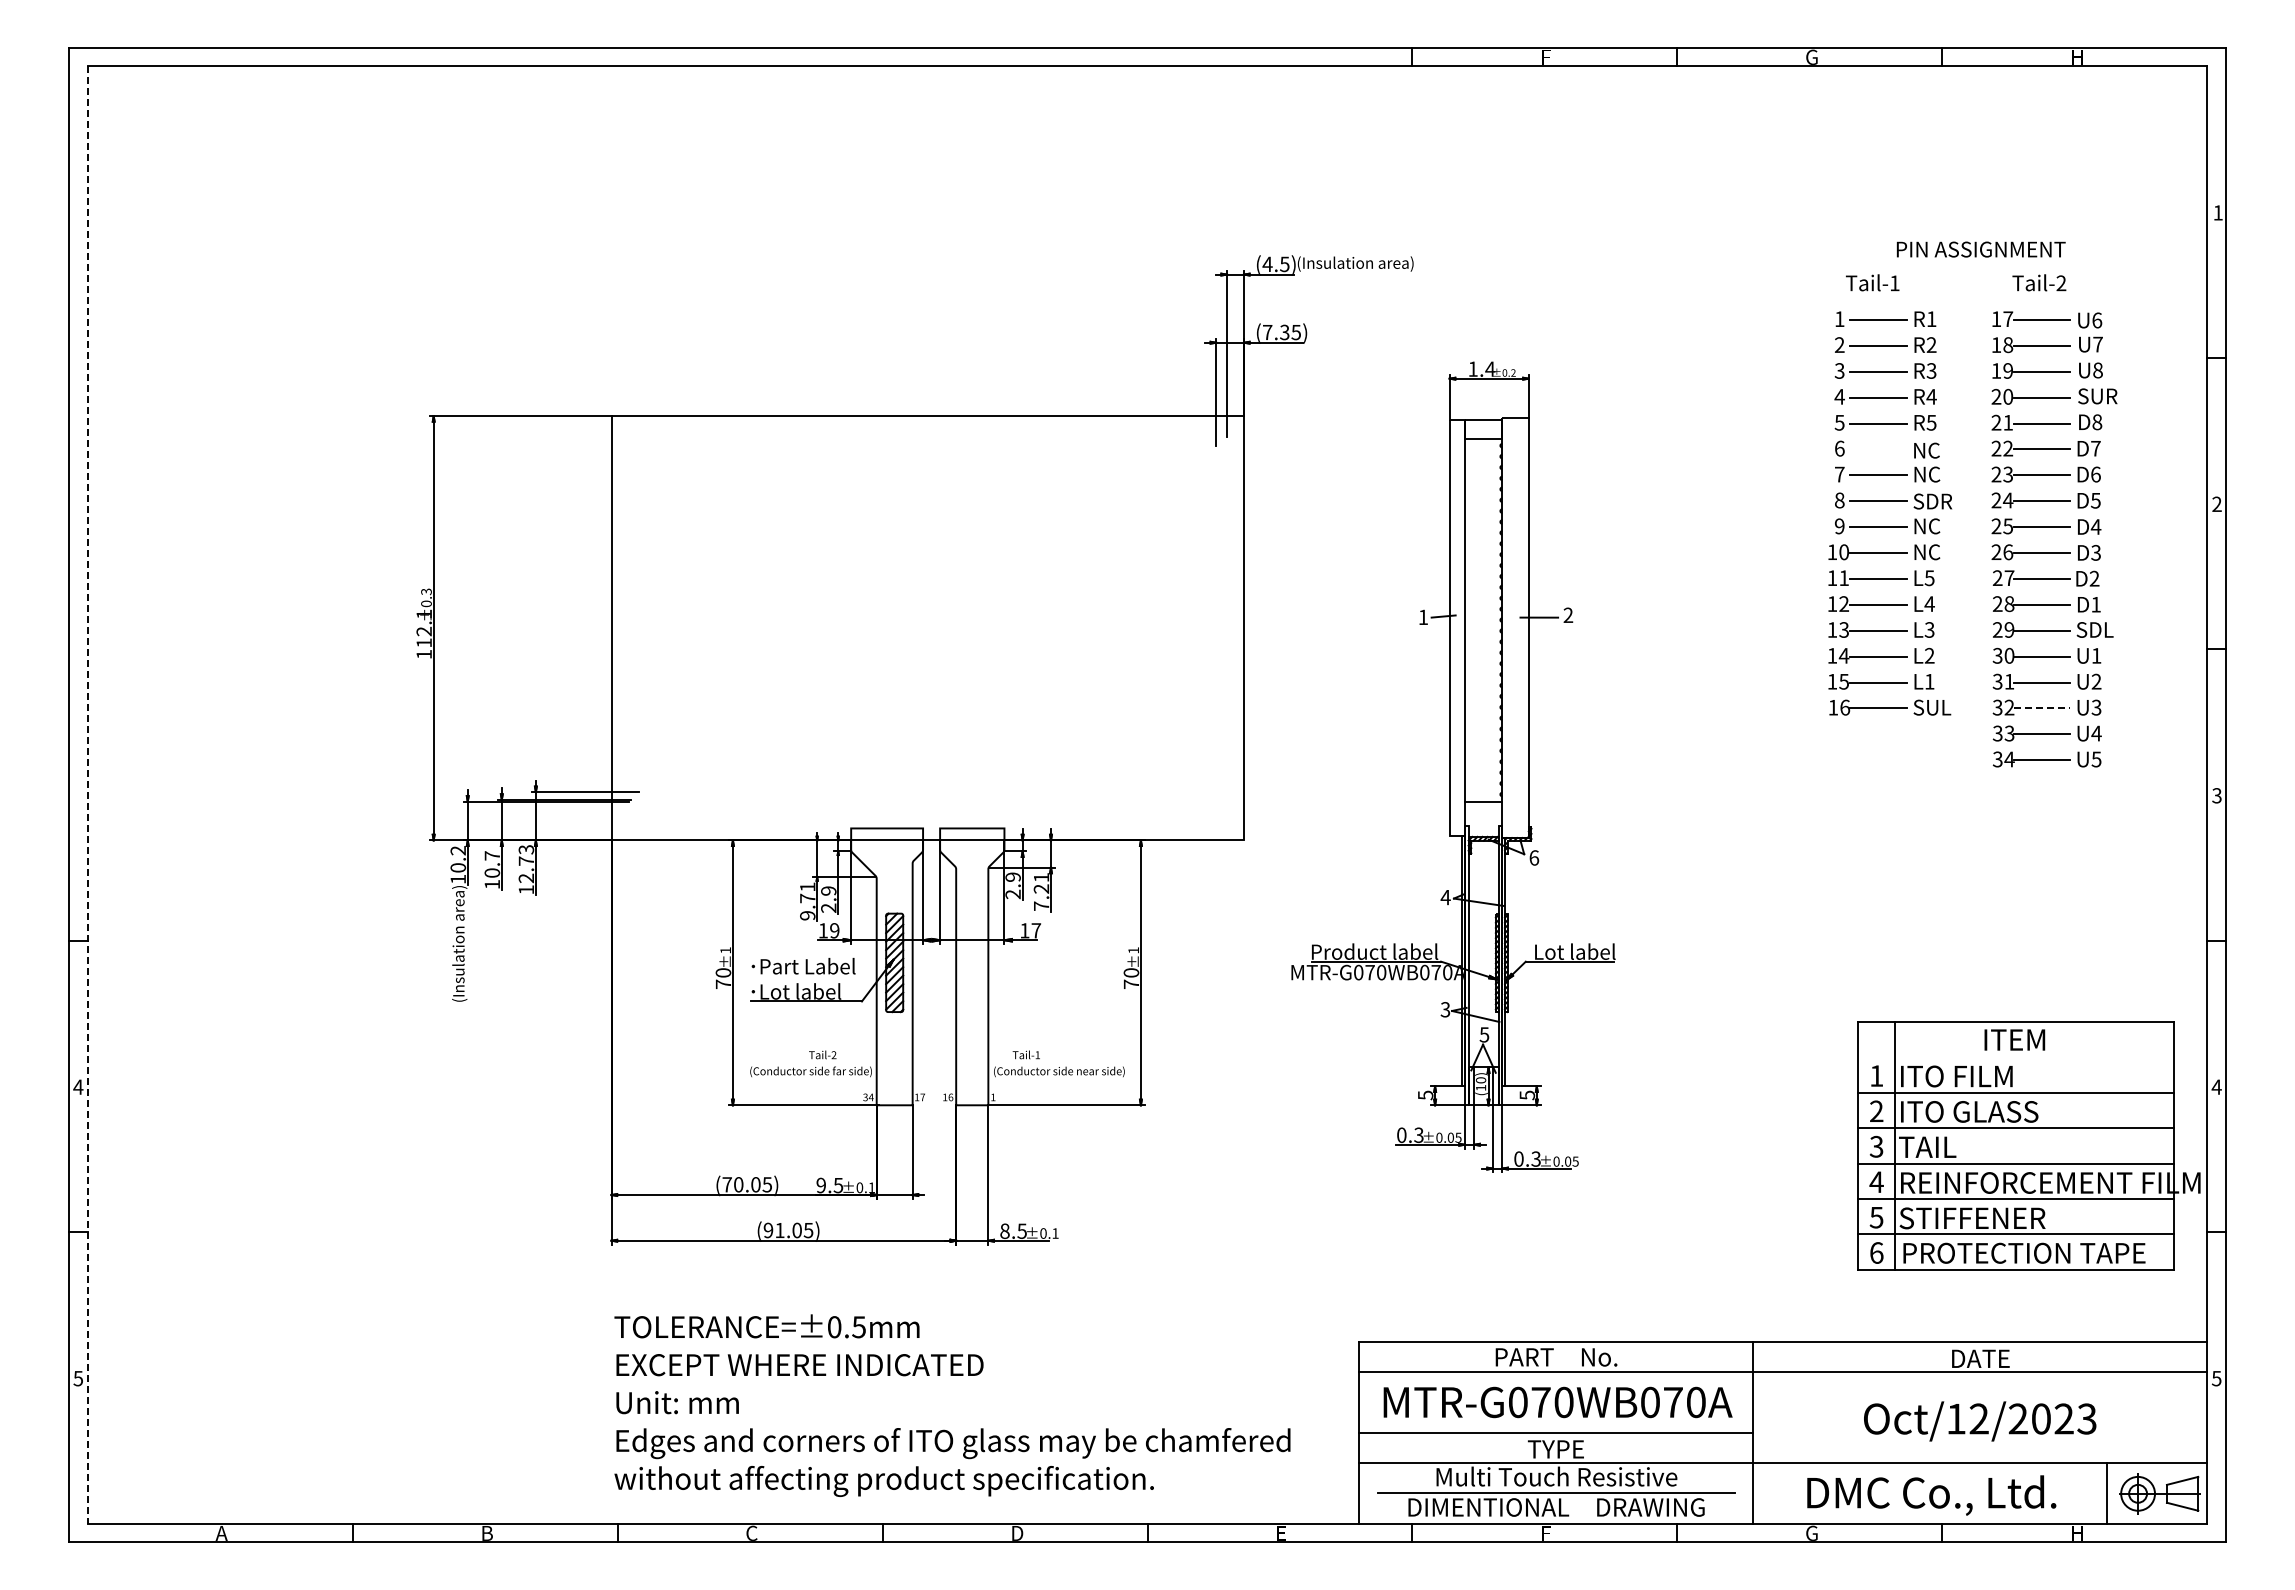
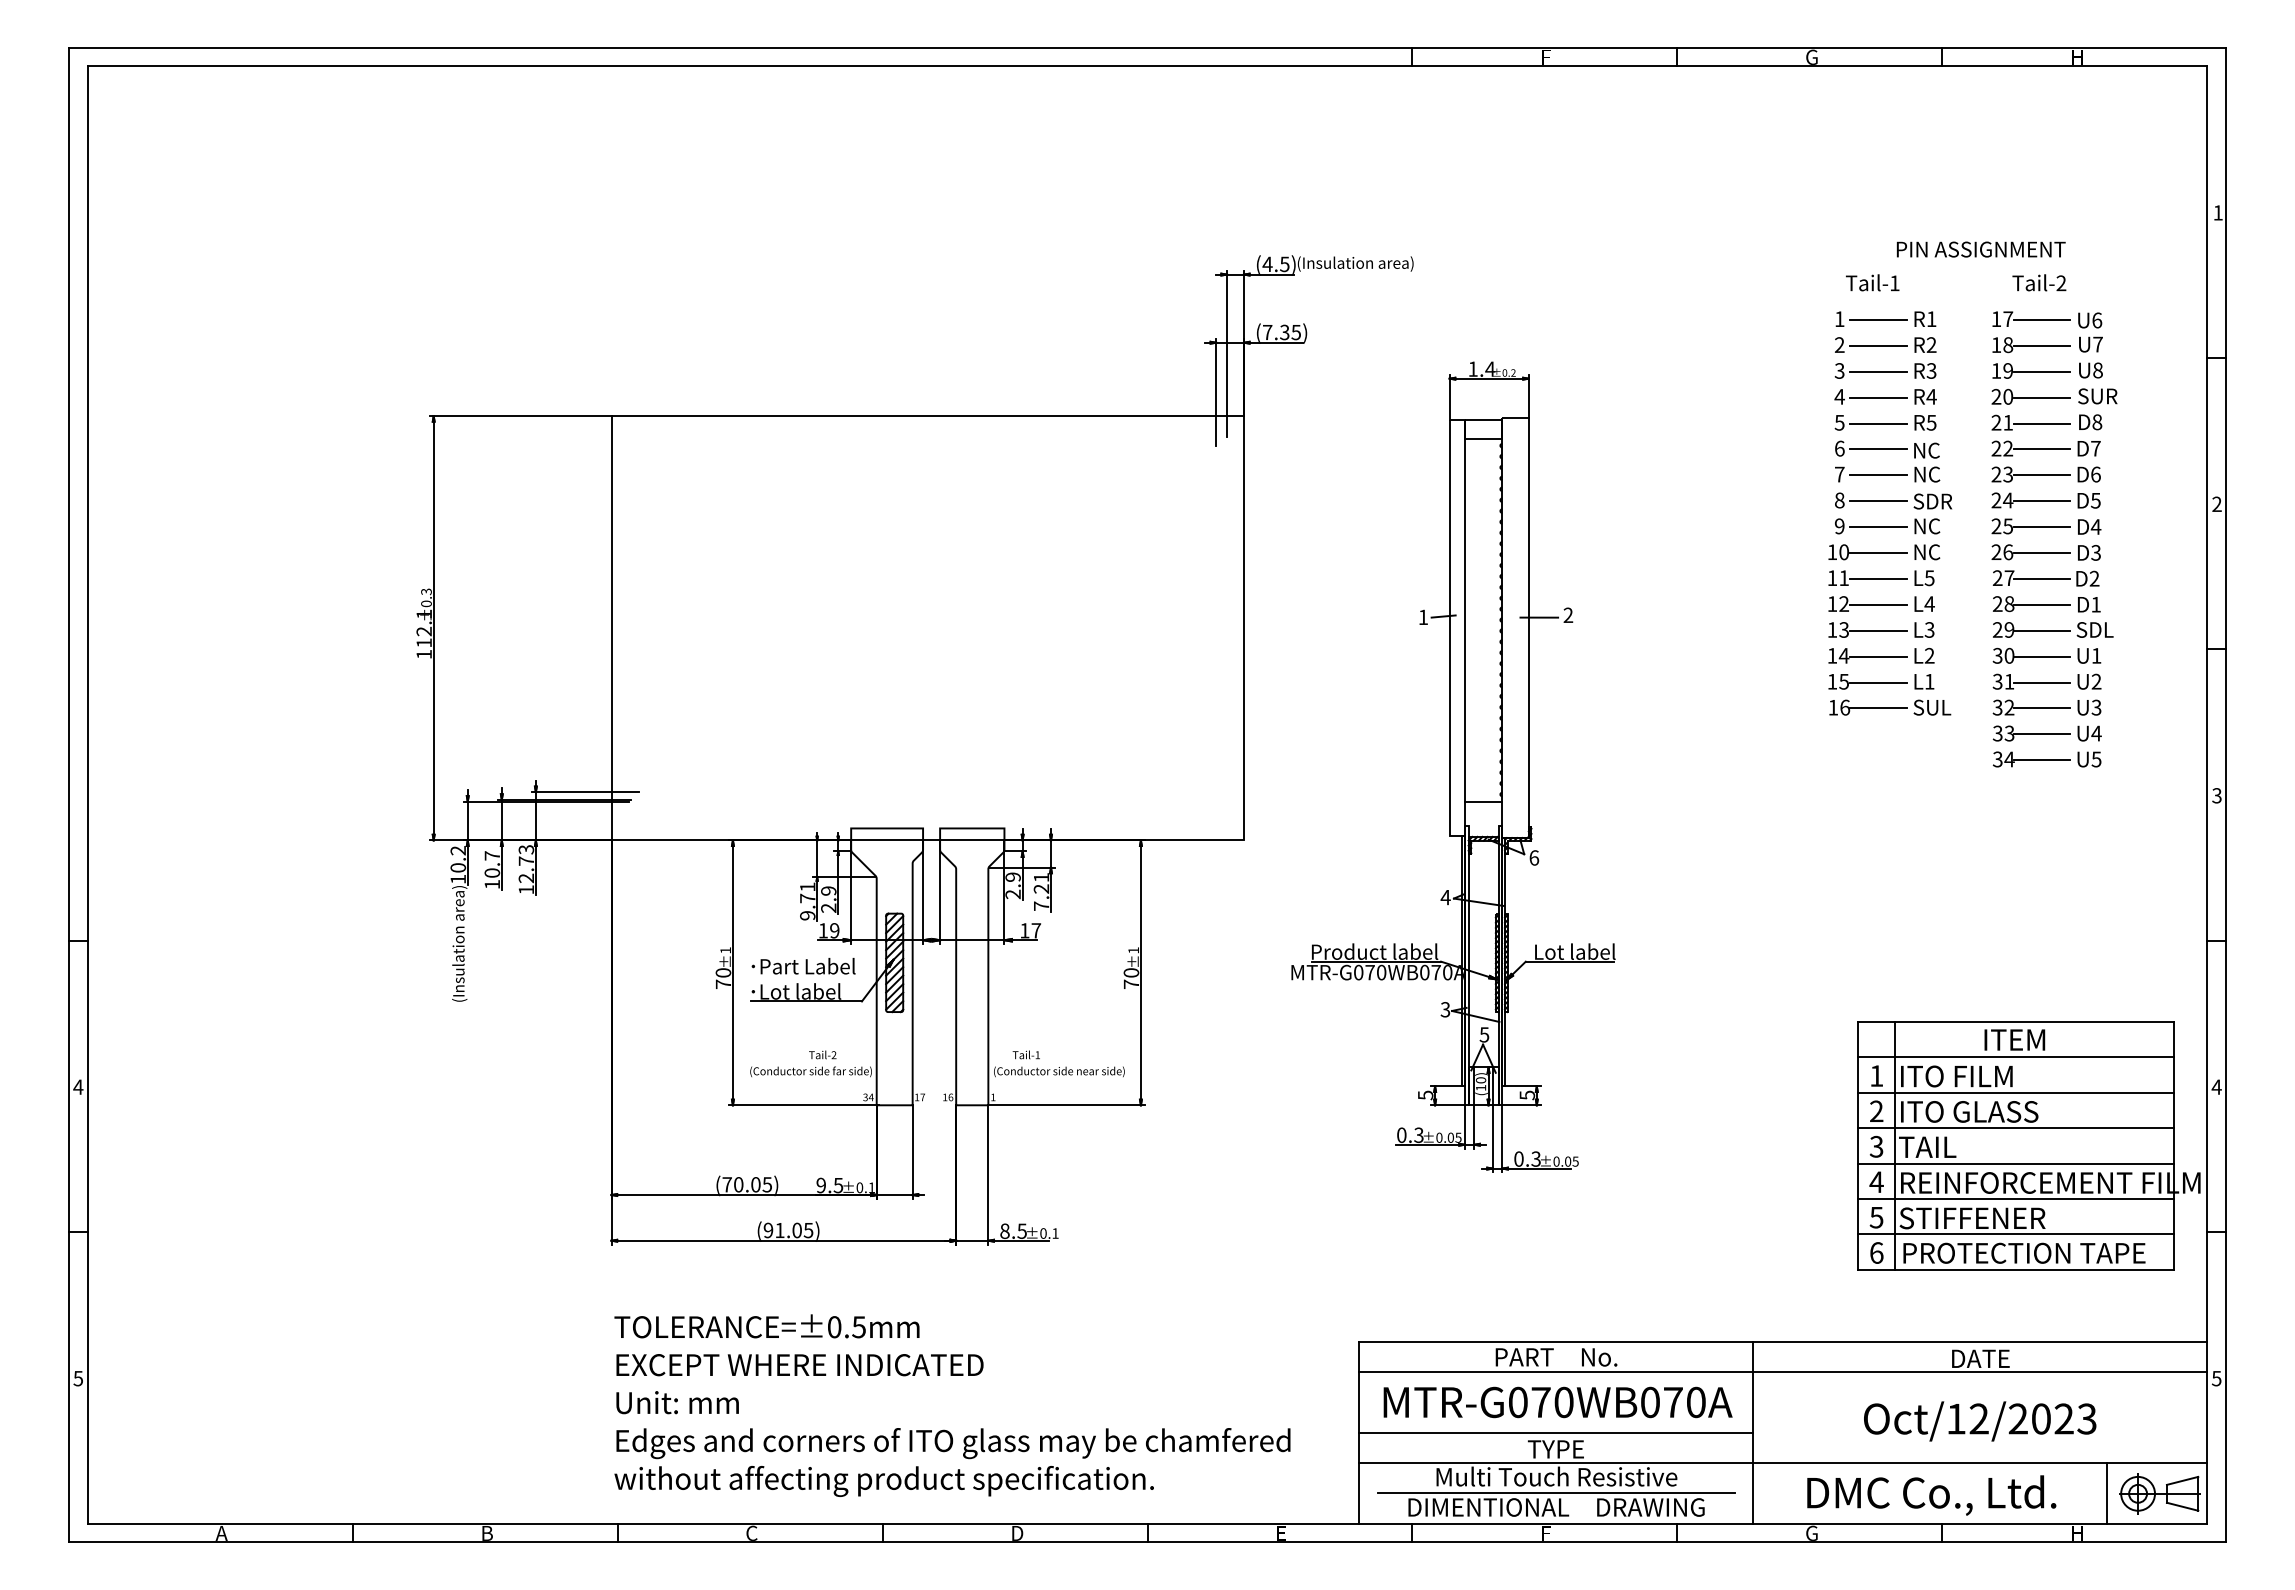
line at (1878, 449): none -> present
line at (2042, 708): dashed -> solid
line at (87, 794): dashed -> solid
line at (2015, 1057): none -> present
